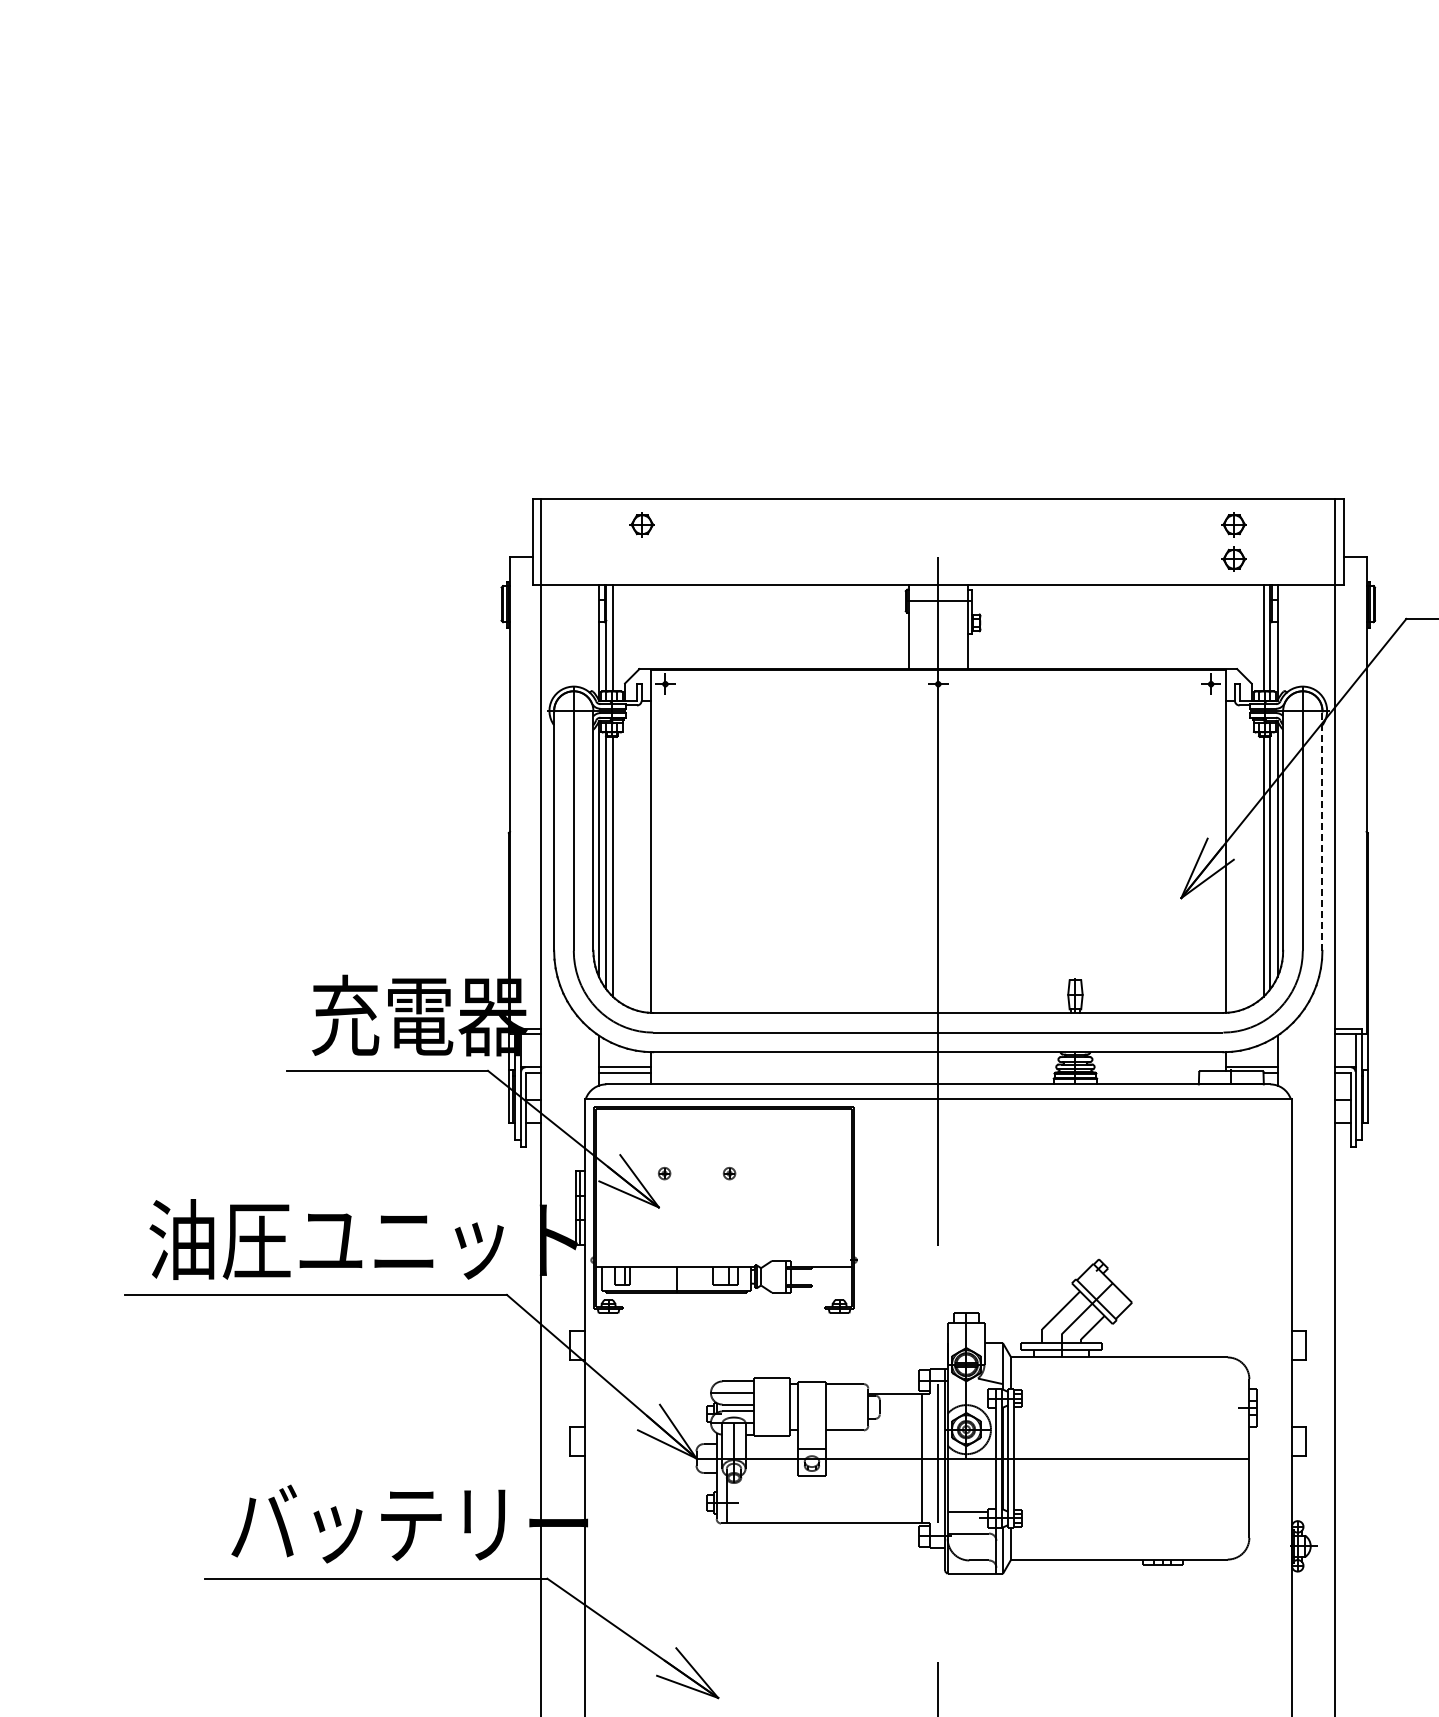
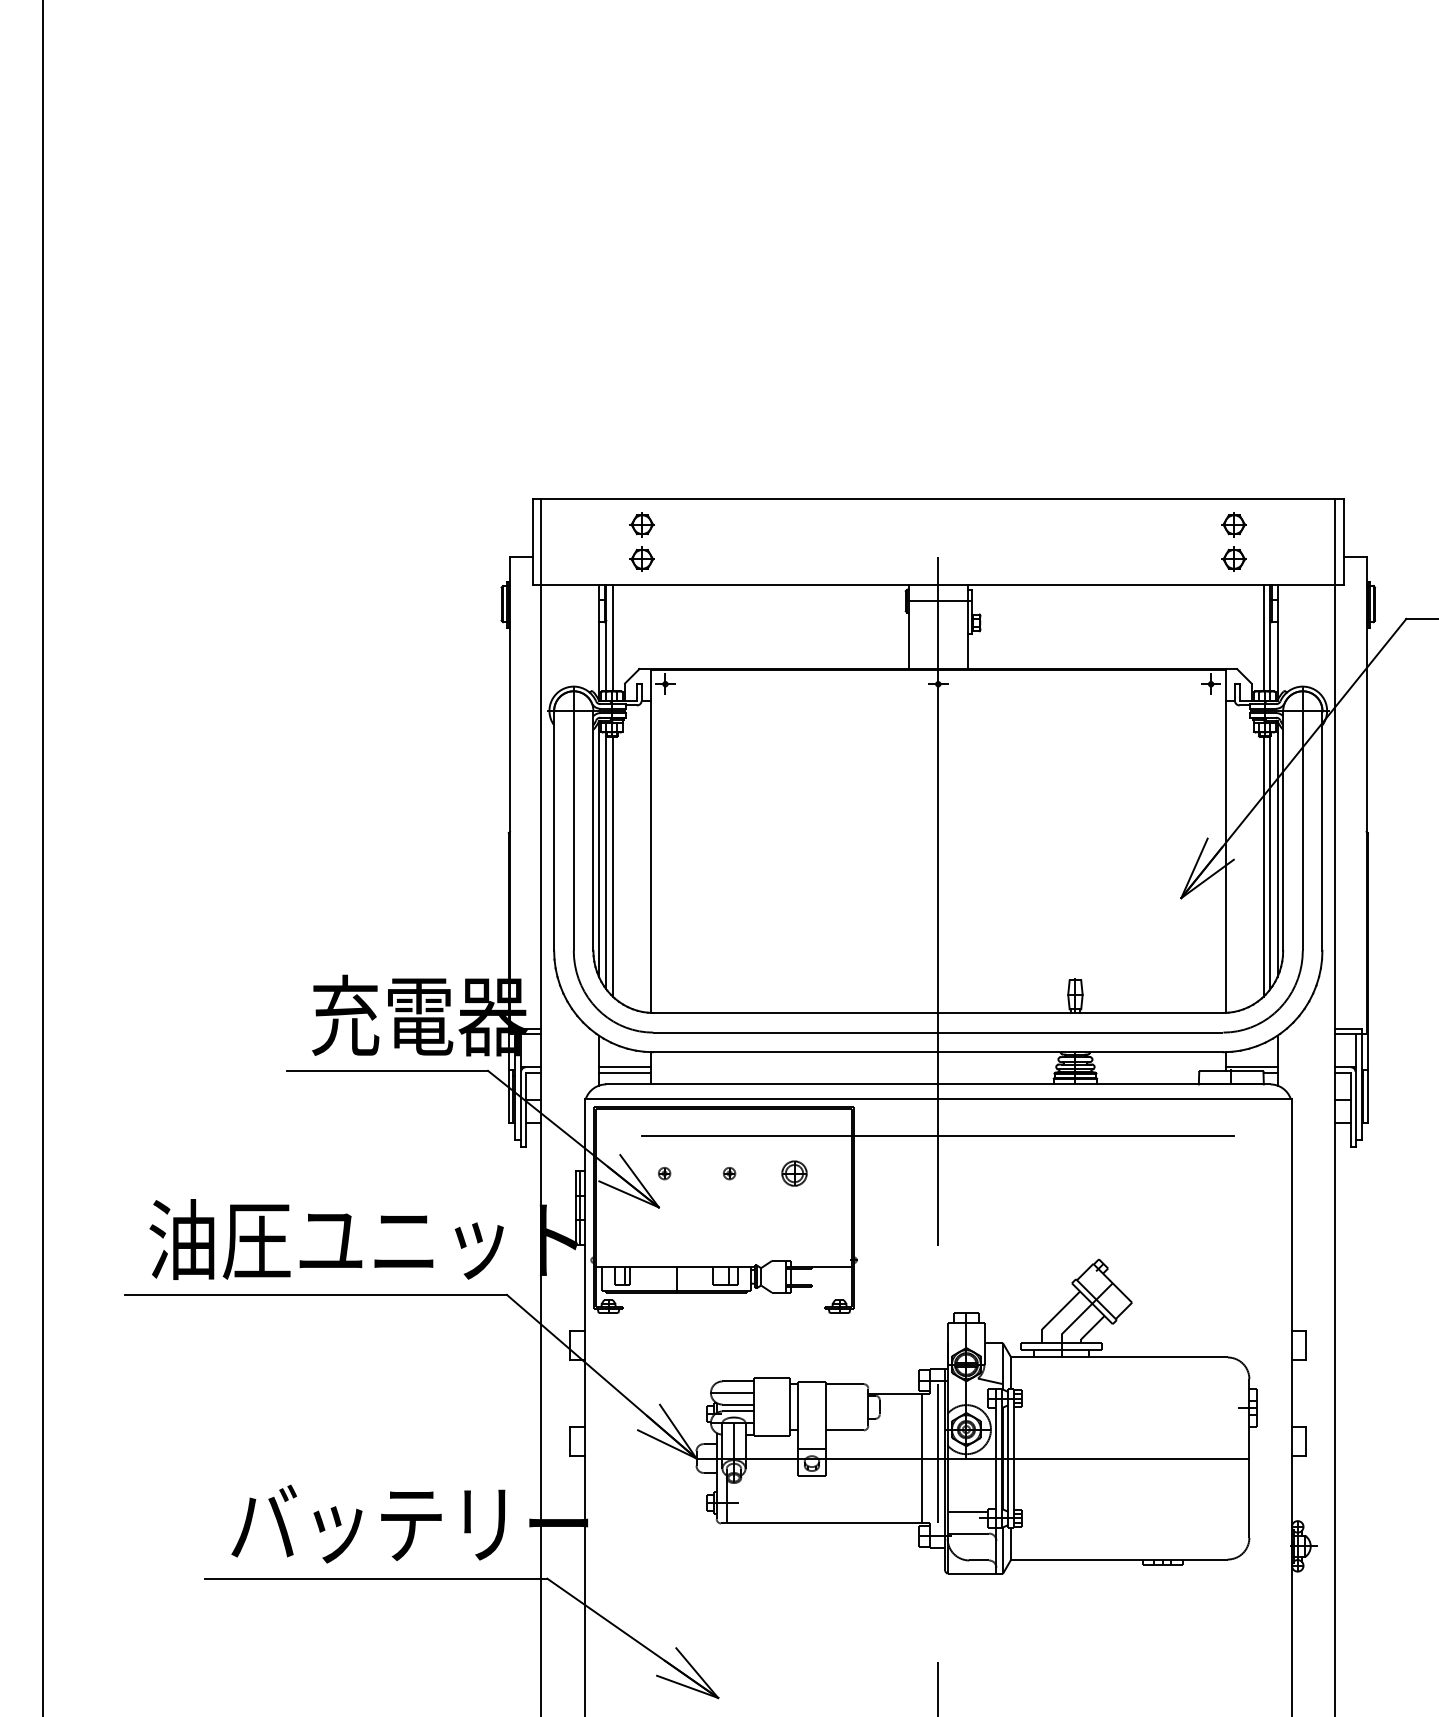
part at (641, 558): none -> present
line at (1322, 830): dashed -> solid
line at (43, 857): none -> present
line at (938, 1135): none -> present
part at (794, 1173): none -> present
